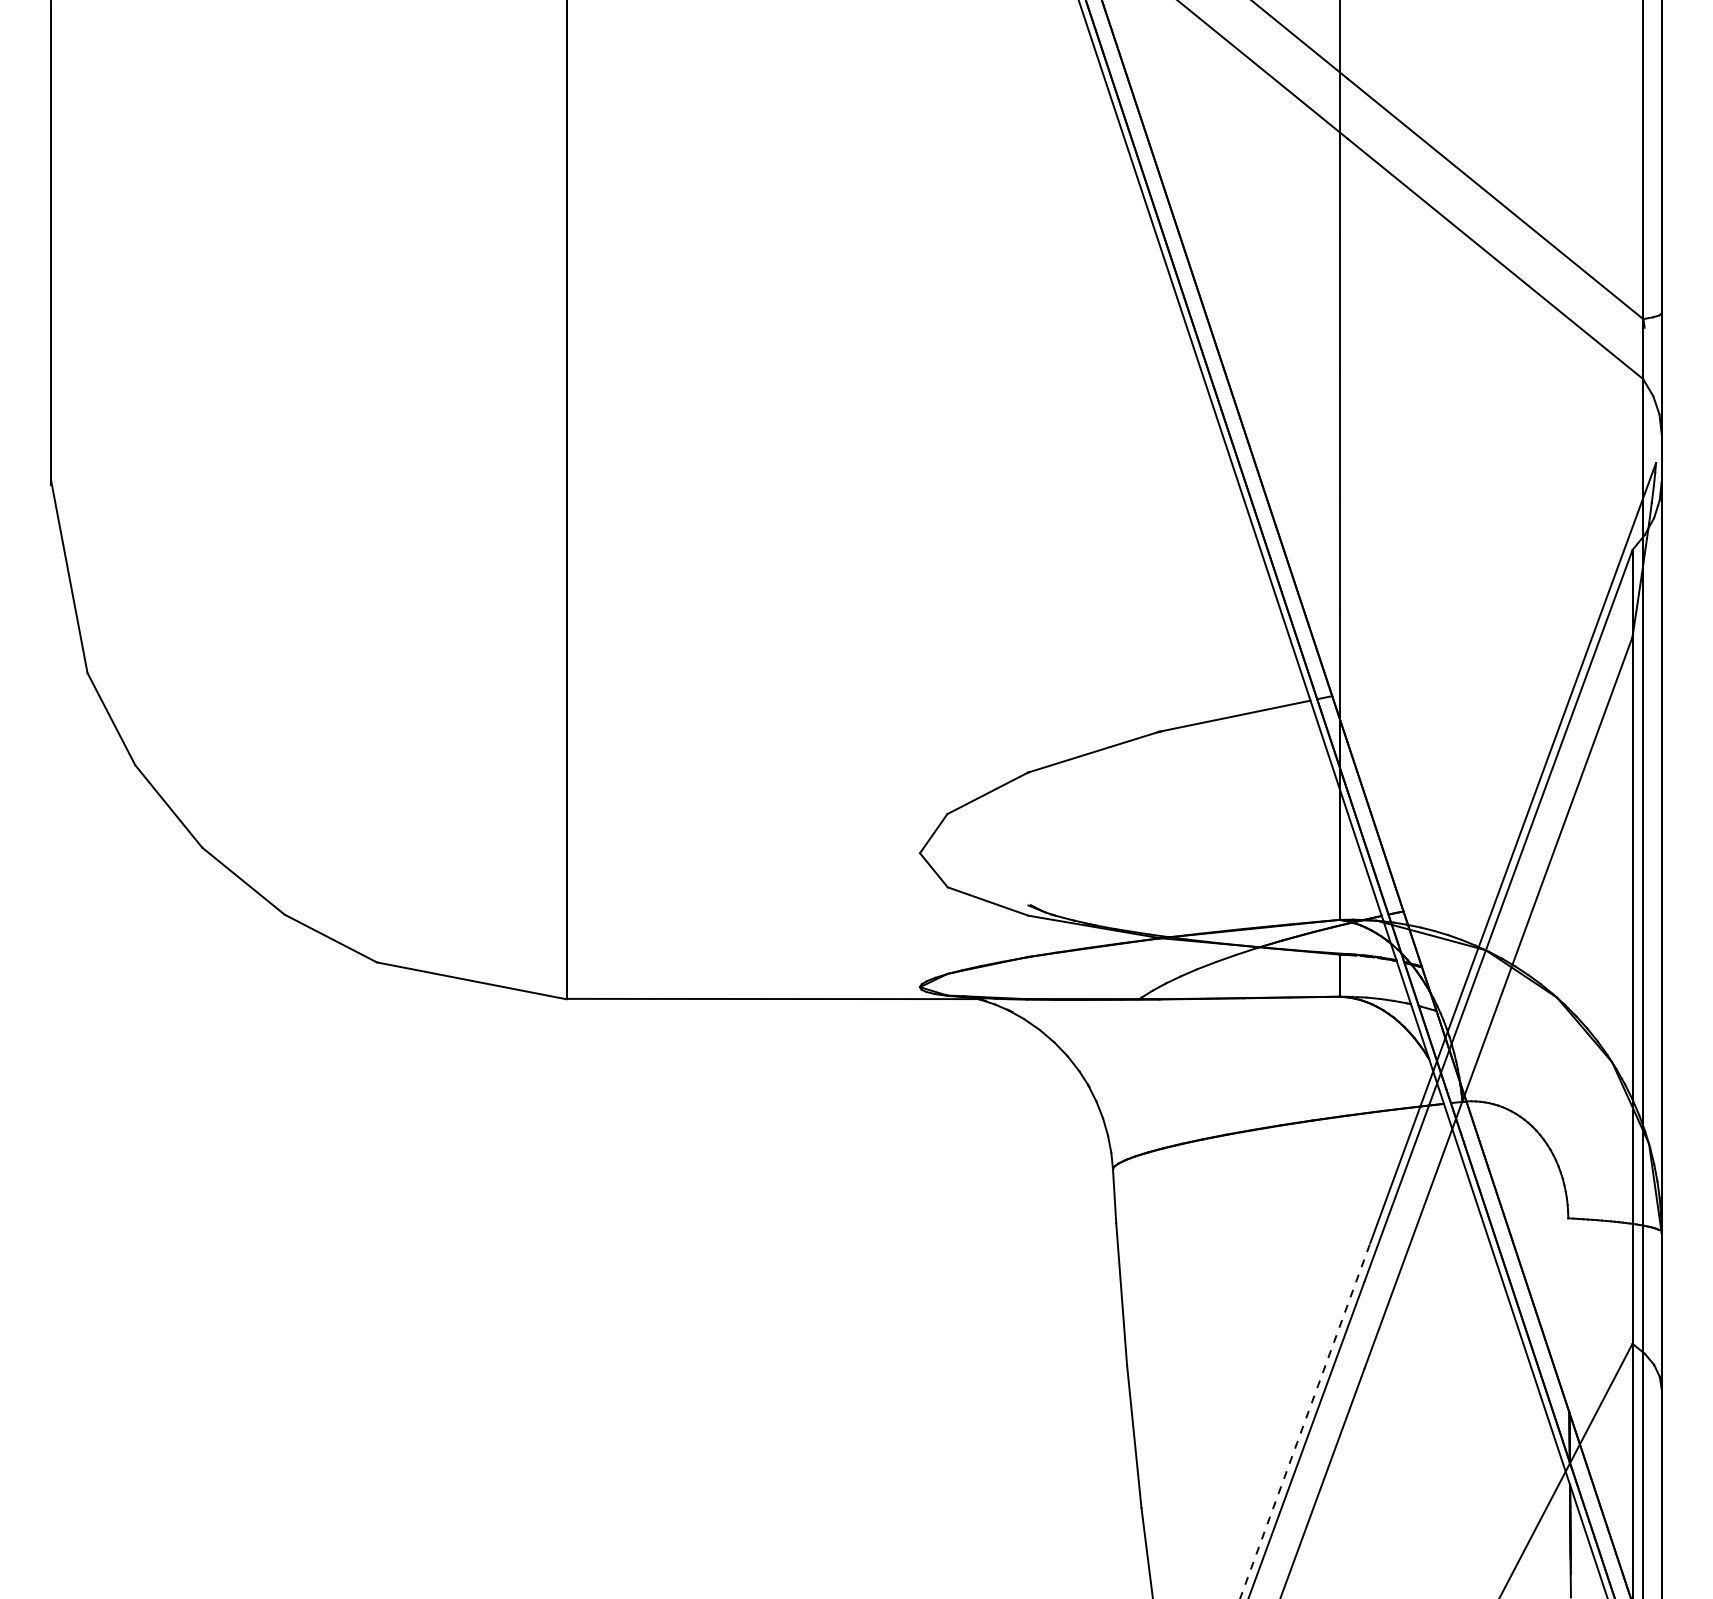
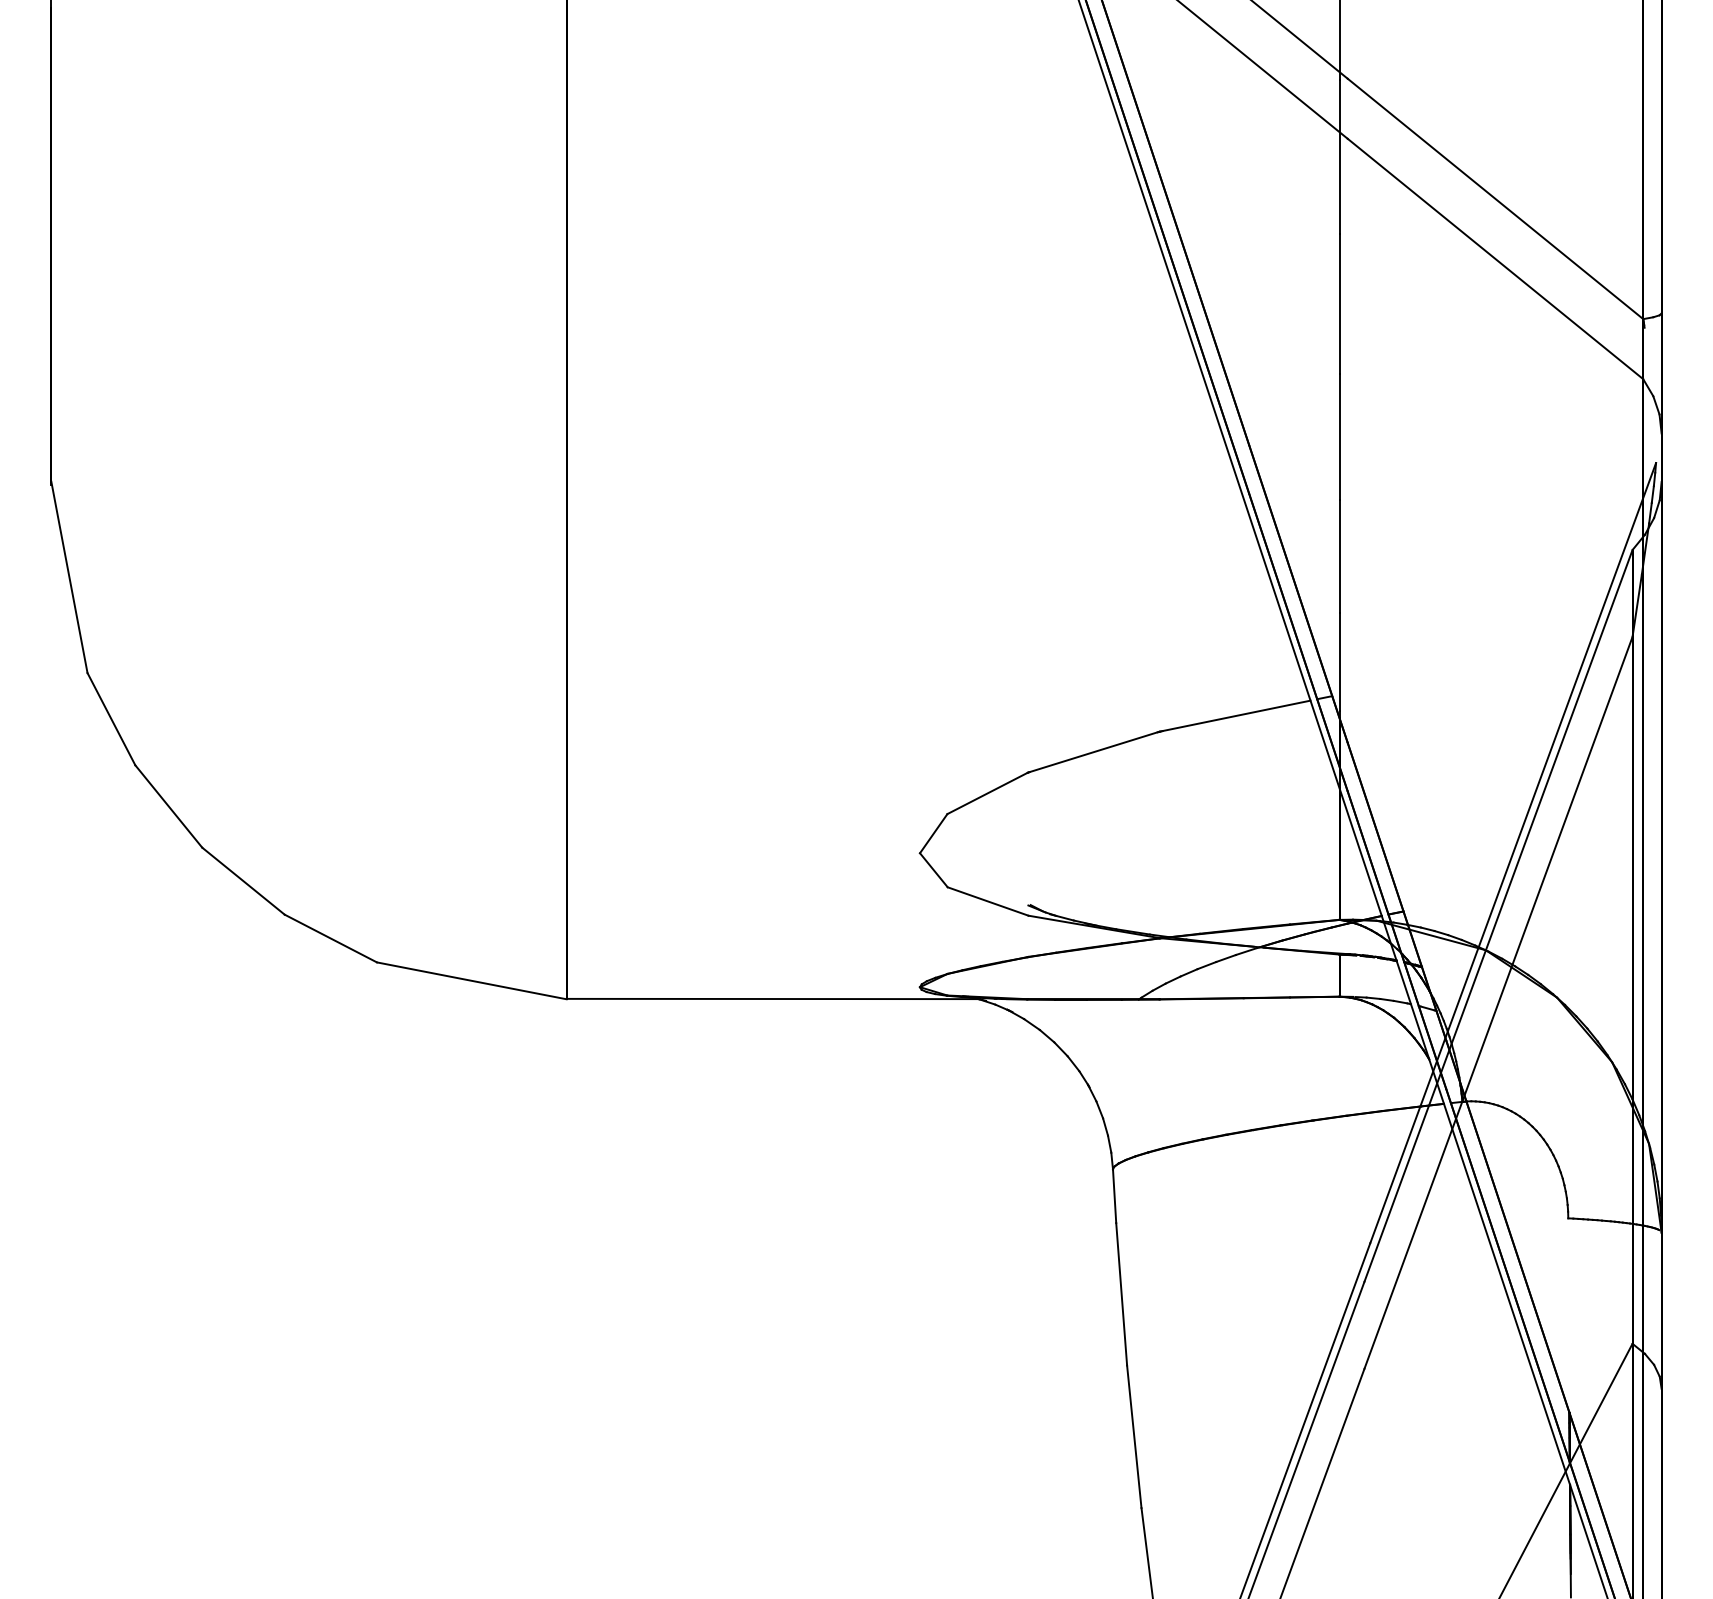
line at (1305, 1420): dashed -> solid
